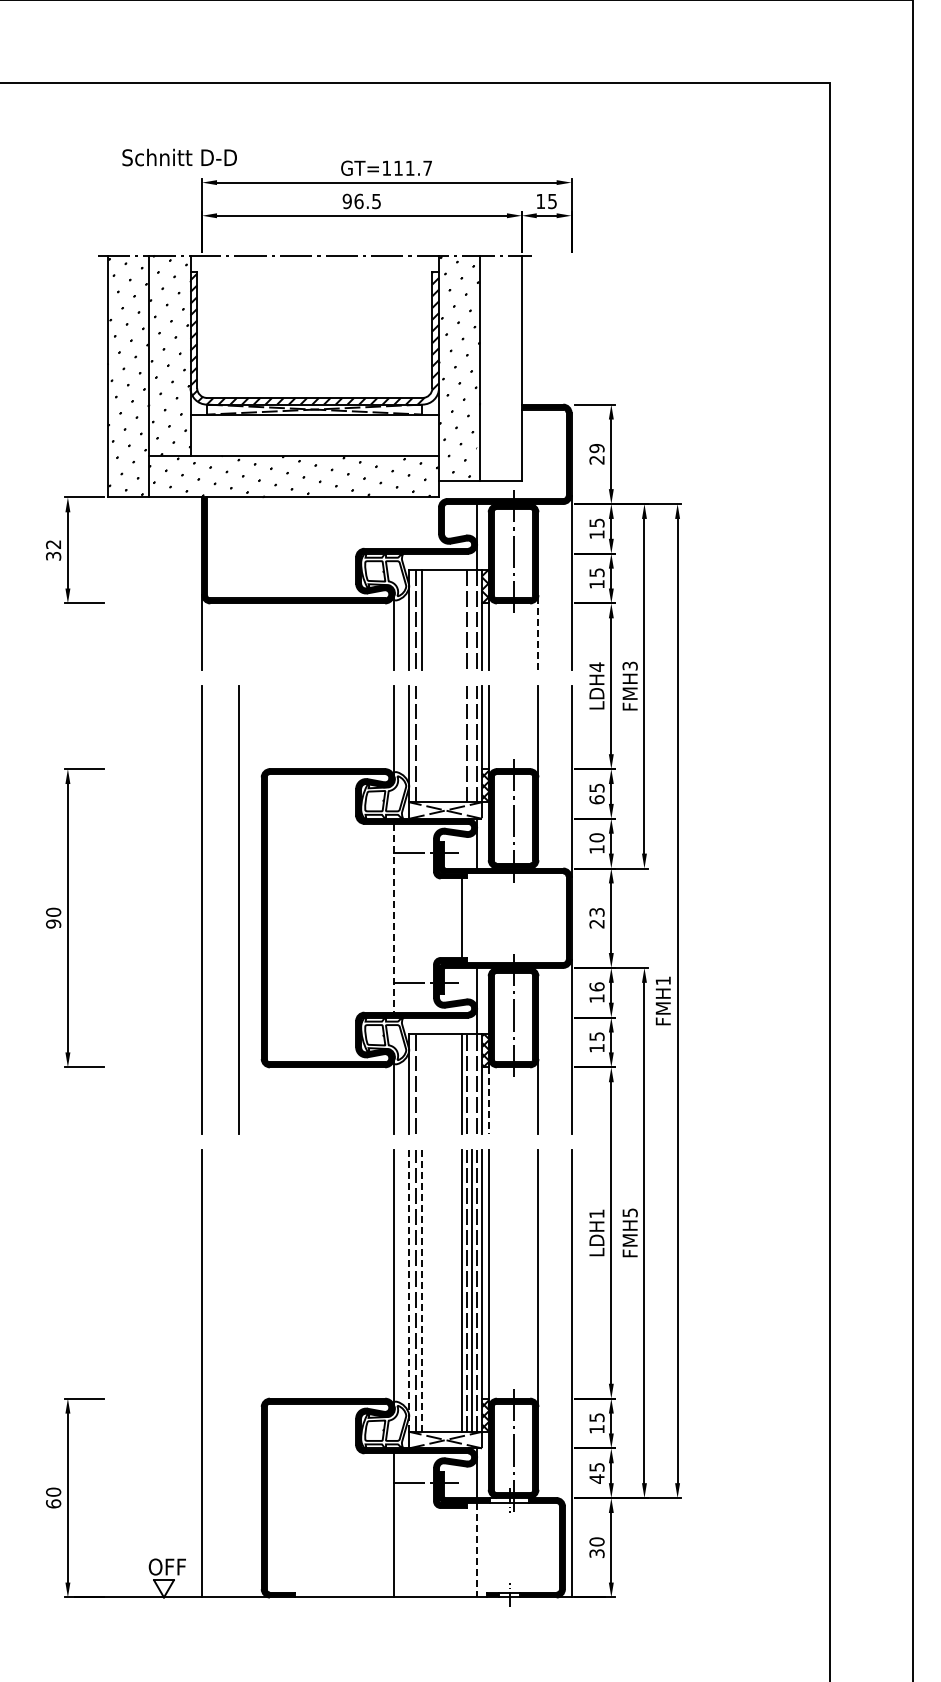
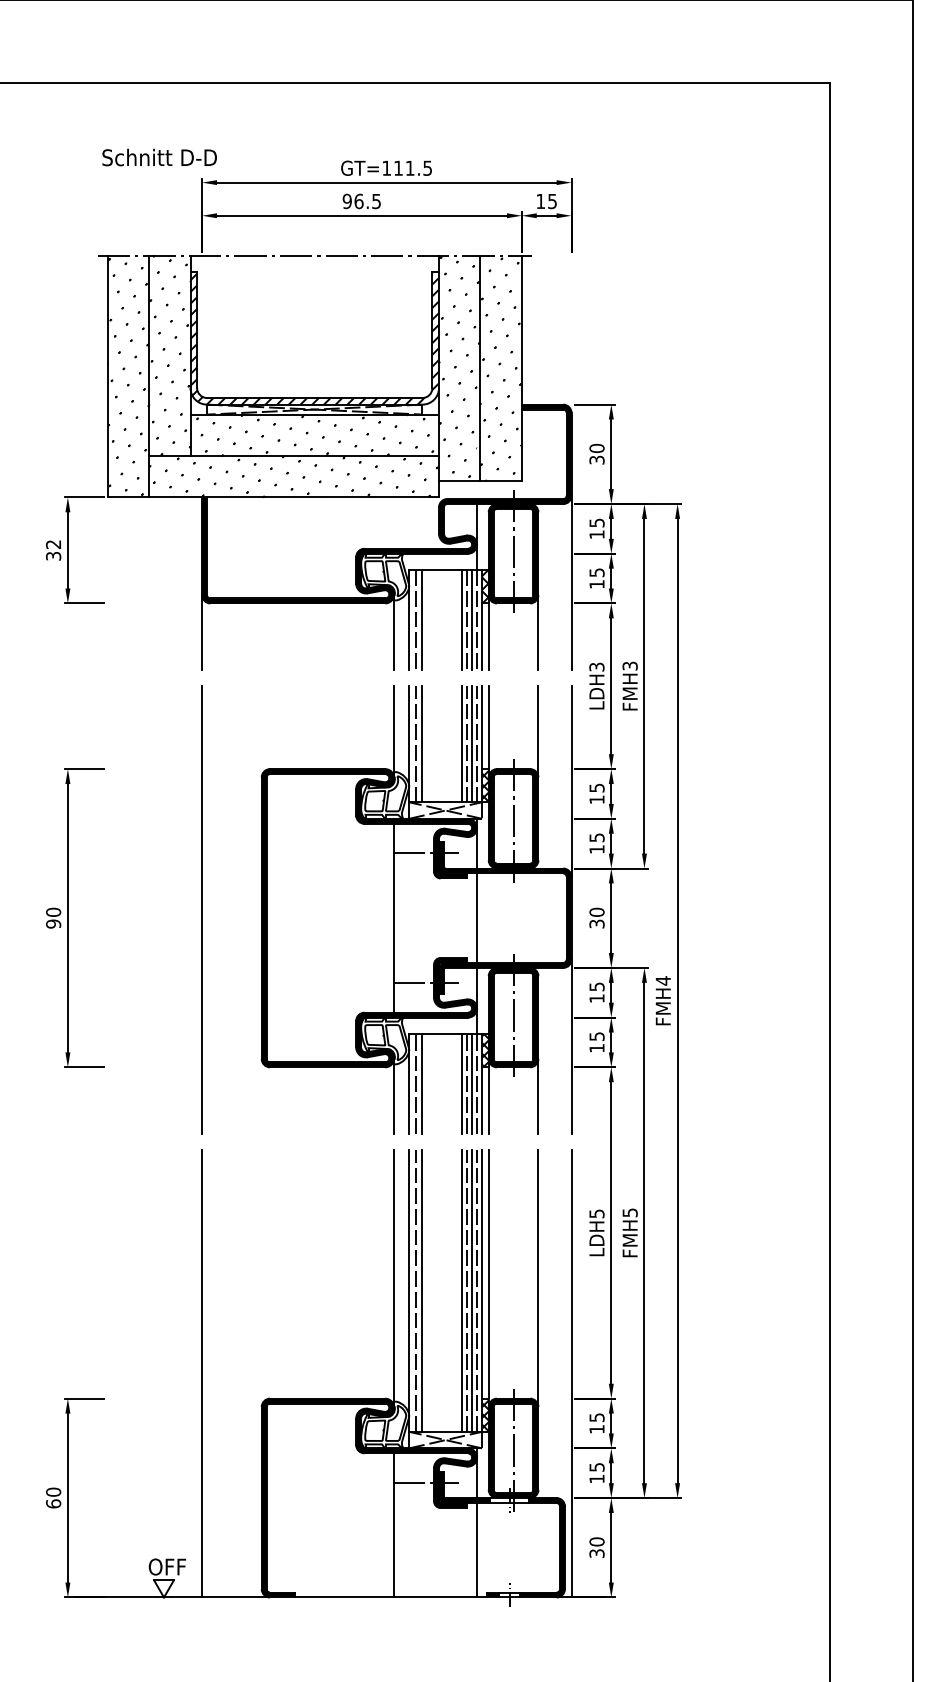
text at (179, 157) position: (179, 157) -> (159, 157)
text at (427, 167): GT=111.7 -> GT=111.5
hatch at (500, 368): none -> present
hatch at (311, 434): none -> present
text at (596, 454): 29 -> 30
line at (462, 619): none -> present
line at (472, 619): none -> present
line at (538, 631): dashed -> solid
text at (596, 667): LDH4 -> LDH3
line at (422, 744): none -> present
line at (462, 744): none -> present
line at (472, 744): none -> present
text at (596, 799): 65 -> 15
text at (596, 837): 10 -> 15
line at (238, 909): present -> none
line at (462, 917) position: (462, 917) -> (477, 917)
text at (596, 917): 23 -> 30
line at (394, 918): dashed -> solid
text at (662, 980): FMH1 -> FMH4
text at (596, 986): 16 -> 15
line at (422, 1083): none -> present
line at (472, 1083): none -> present
line at (488, 1100): dashed -> solid
text at (596, 1213): LDH1 -> LDH5
line at (409, 1290): dashed -> solid
line at (422, 1290): dashed -> solid
text at (596, 1478): 45 -> 15
line at (477, 1550): dashed -> solid
